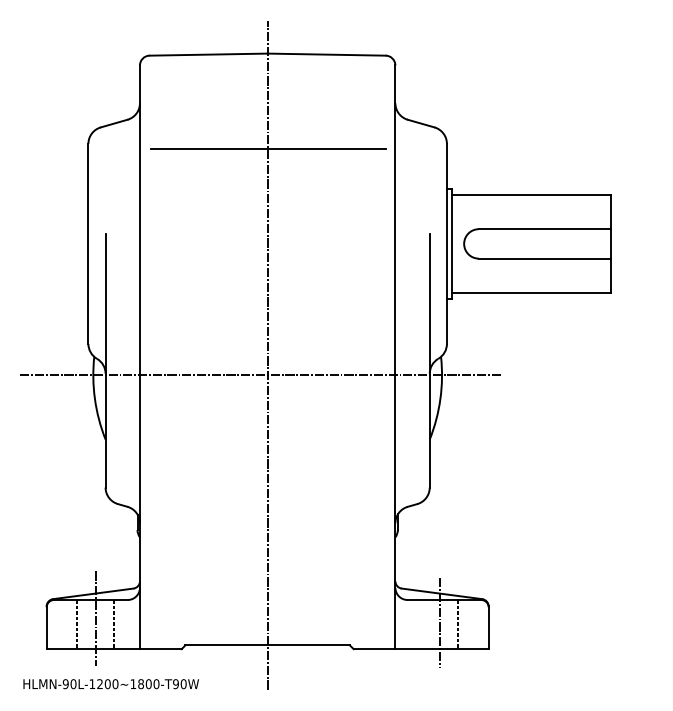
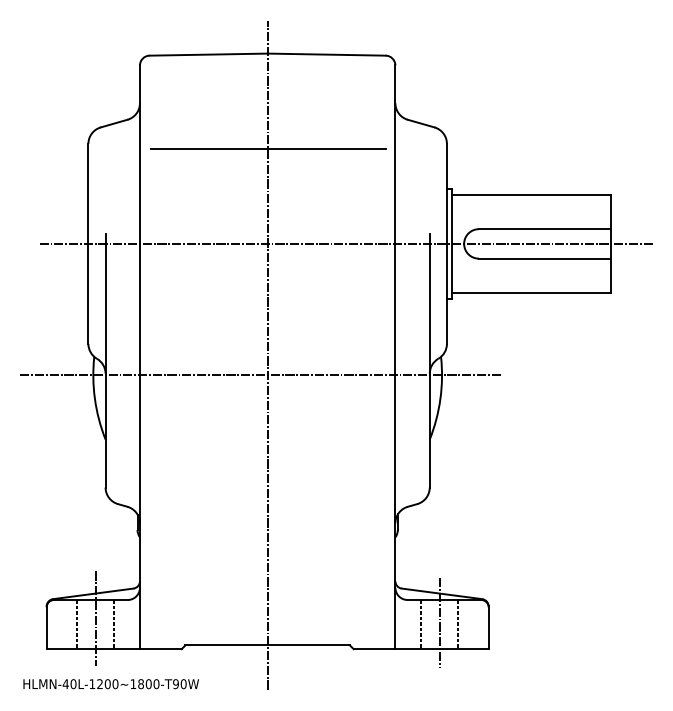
line at (346, 243): none -> present
line at (421, 624): none -> present
text at (65, 684): HLMN-90L-1200~1800-T90W -> HLMN-40L-1200~1800-T90W
